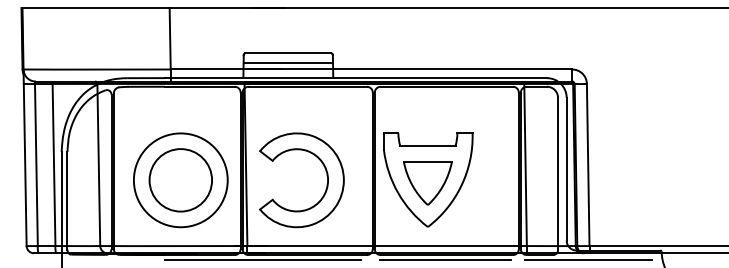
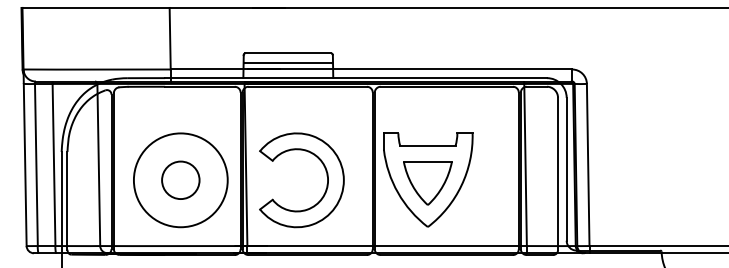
circle at (180, 180) diameter: 62 px -> 37 px
line at (263, 260): present -> none
line at (445, 260): present -> none
line at (587, 260): present -> none
